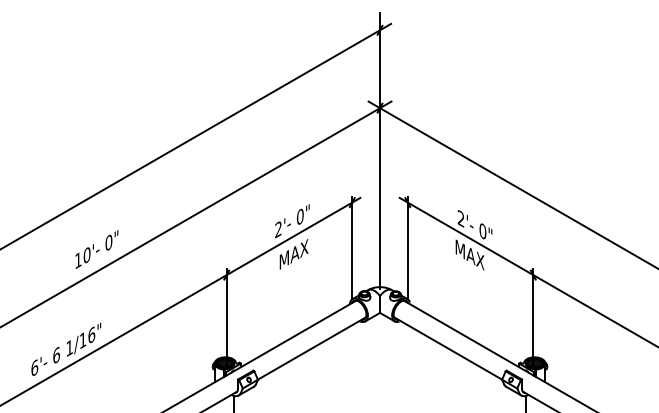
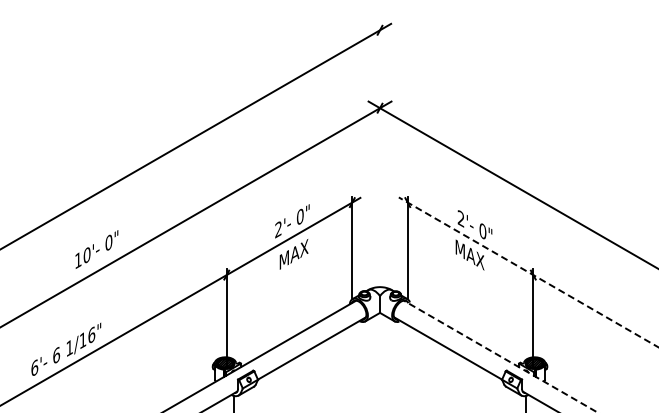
line at (380, 150): present -> none
line at (528, 272): solid -> dashed
line at (500, 356): solid -> dashed
